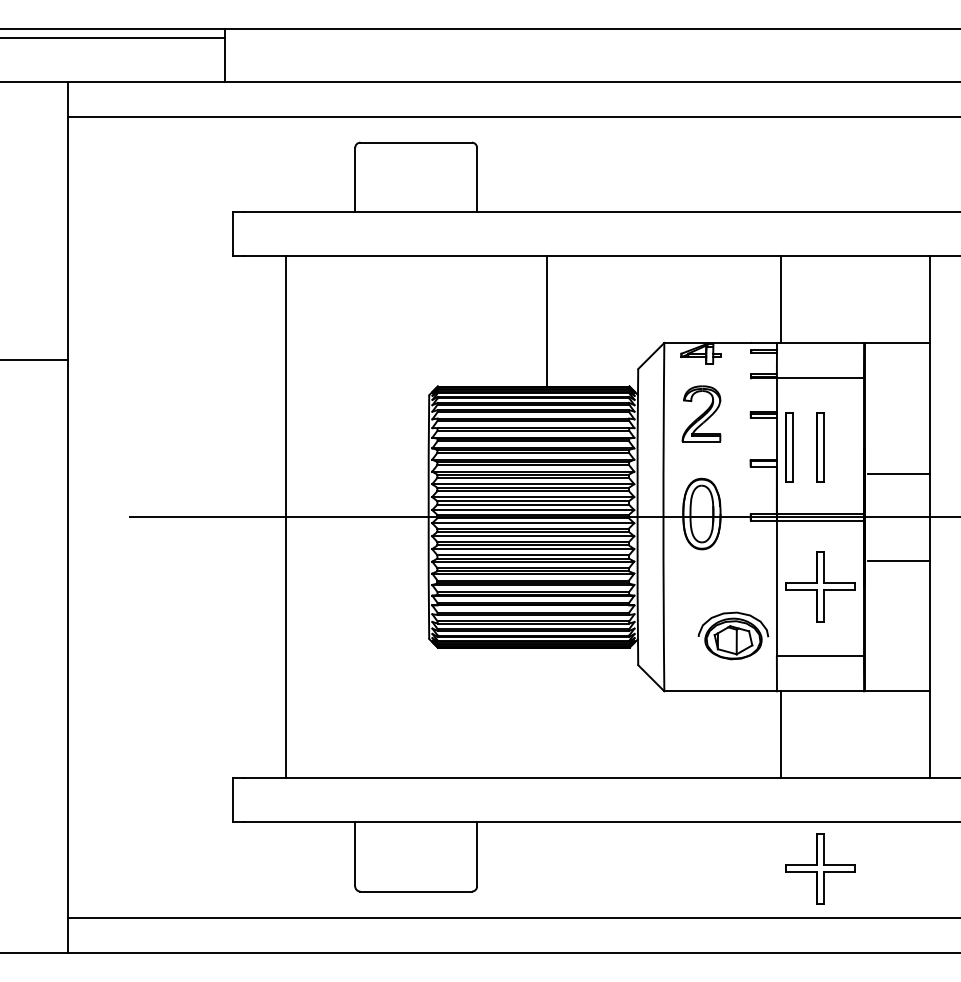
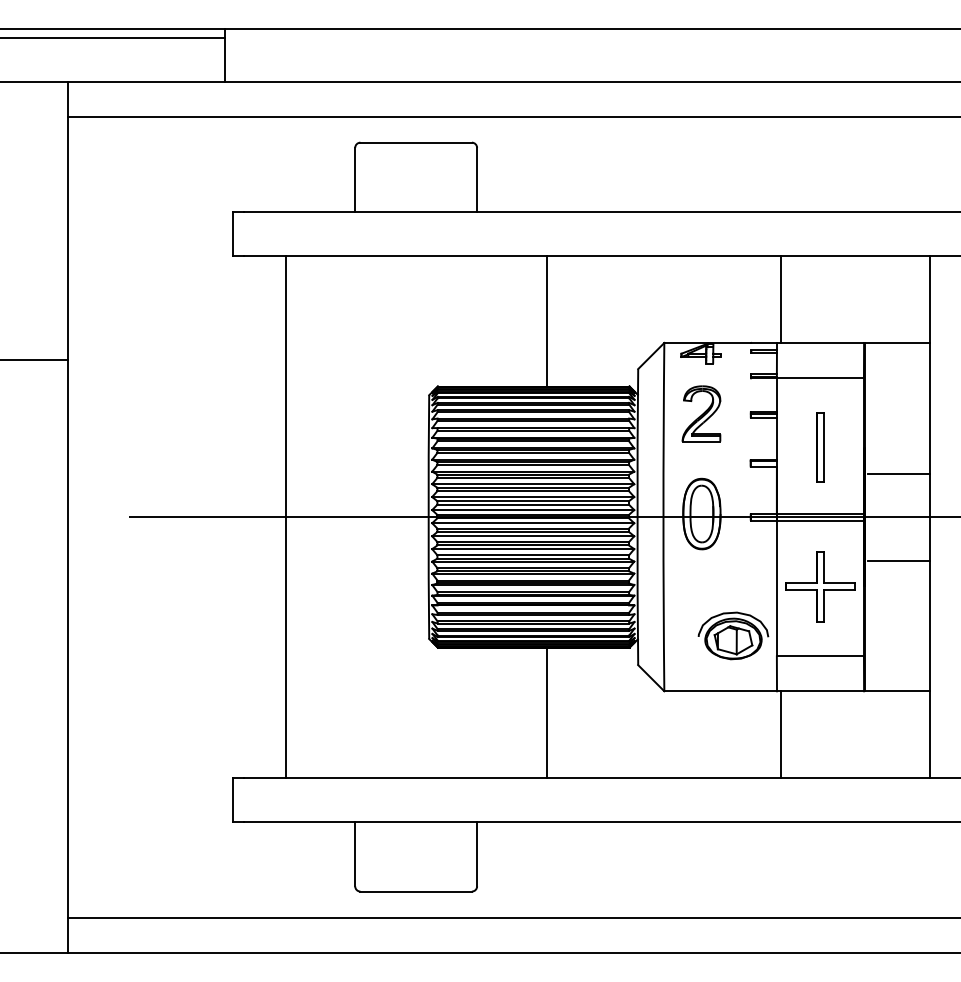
part at (789, 447): present -> none
line at (546, 712): none -> present
part at (820, 868): present -> none
